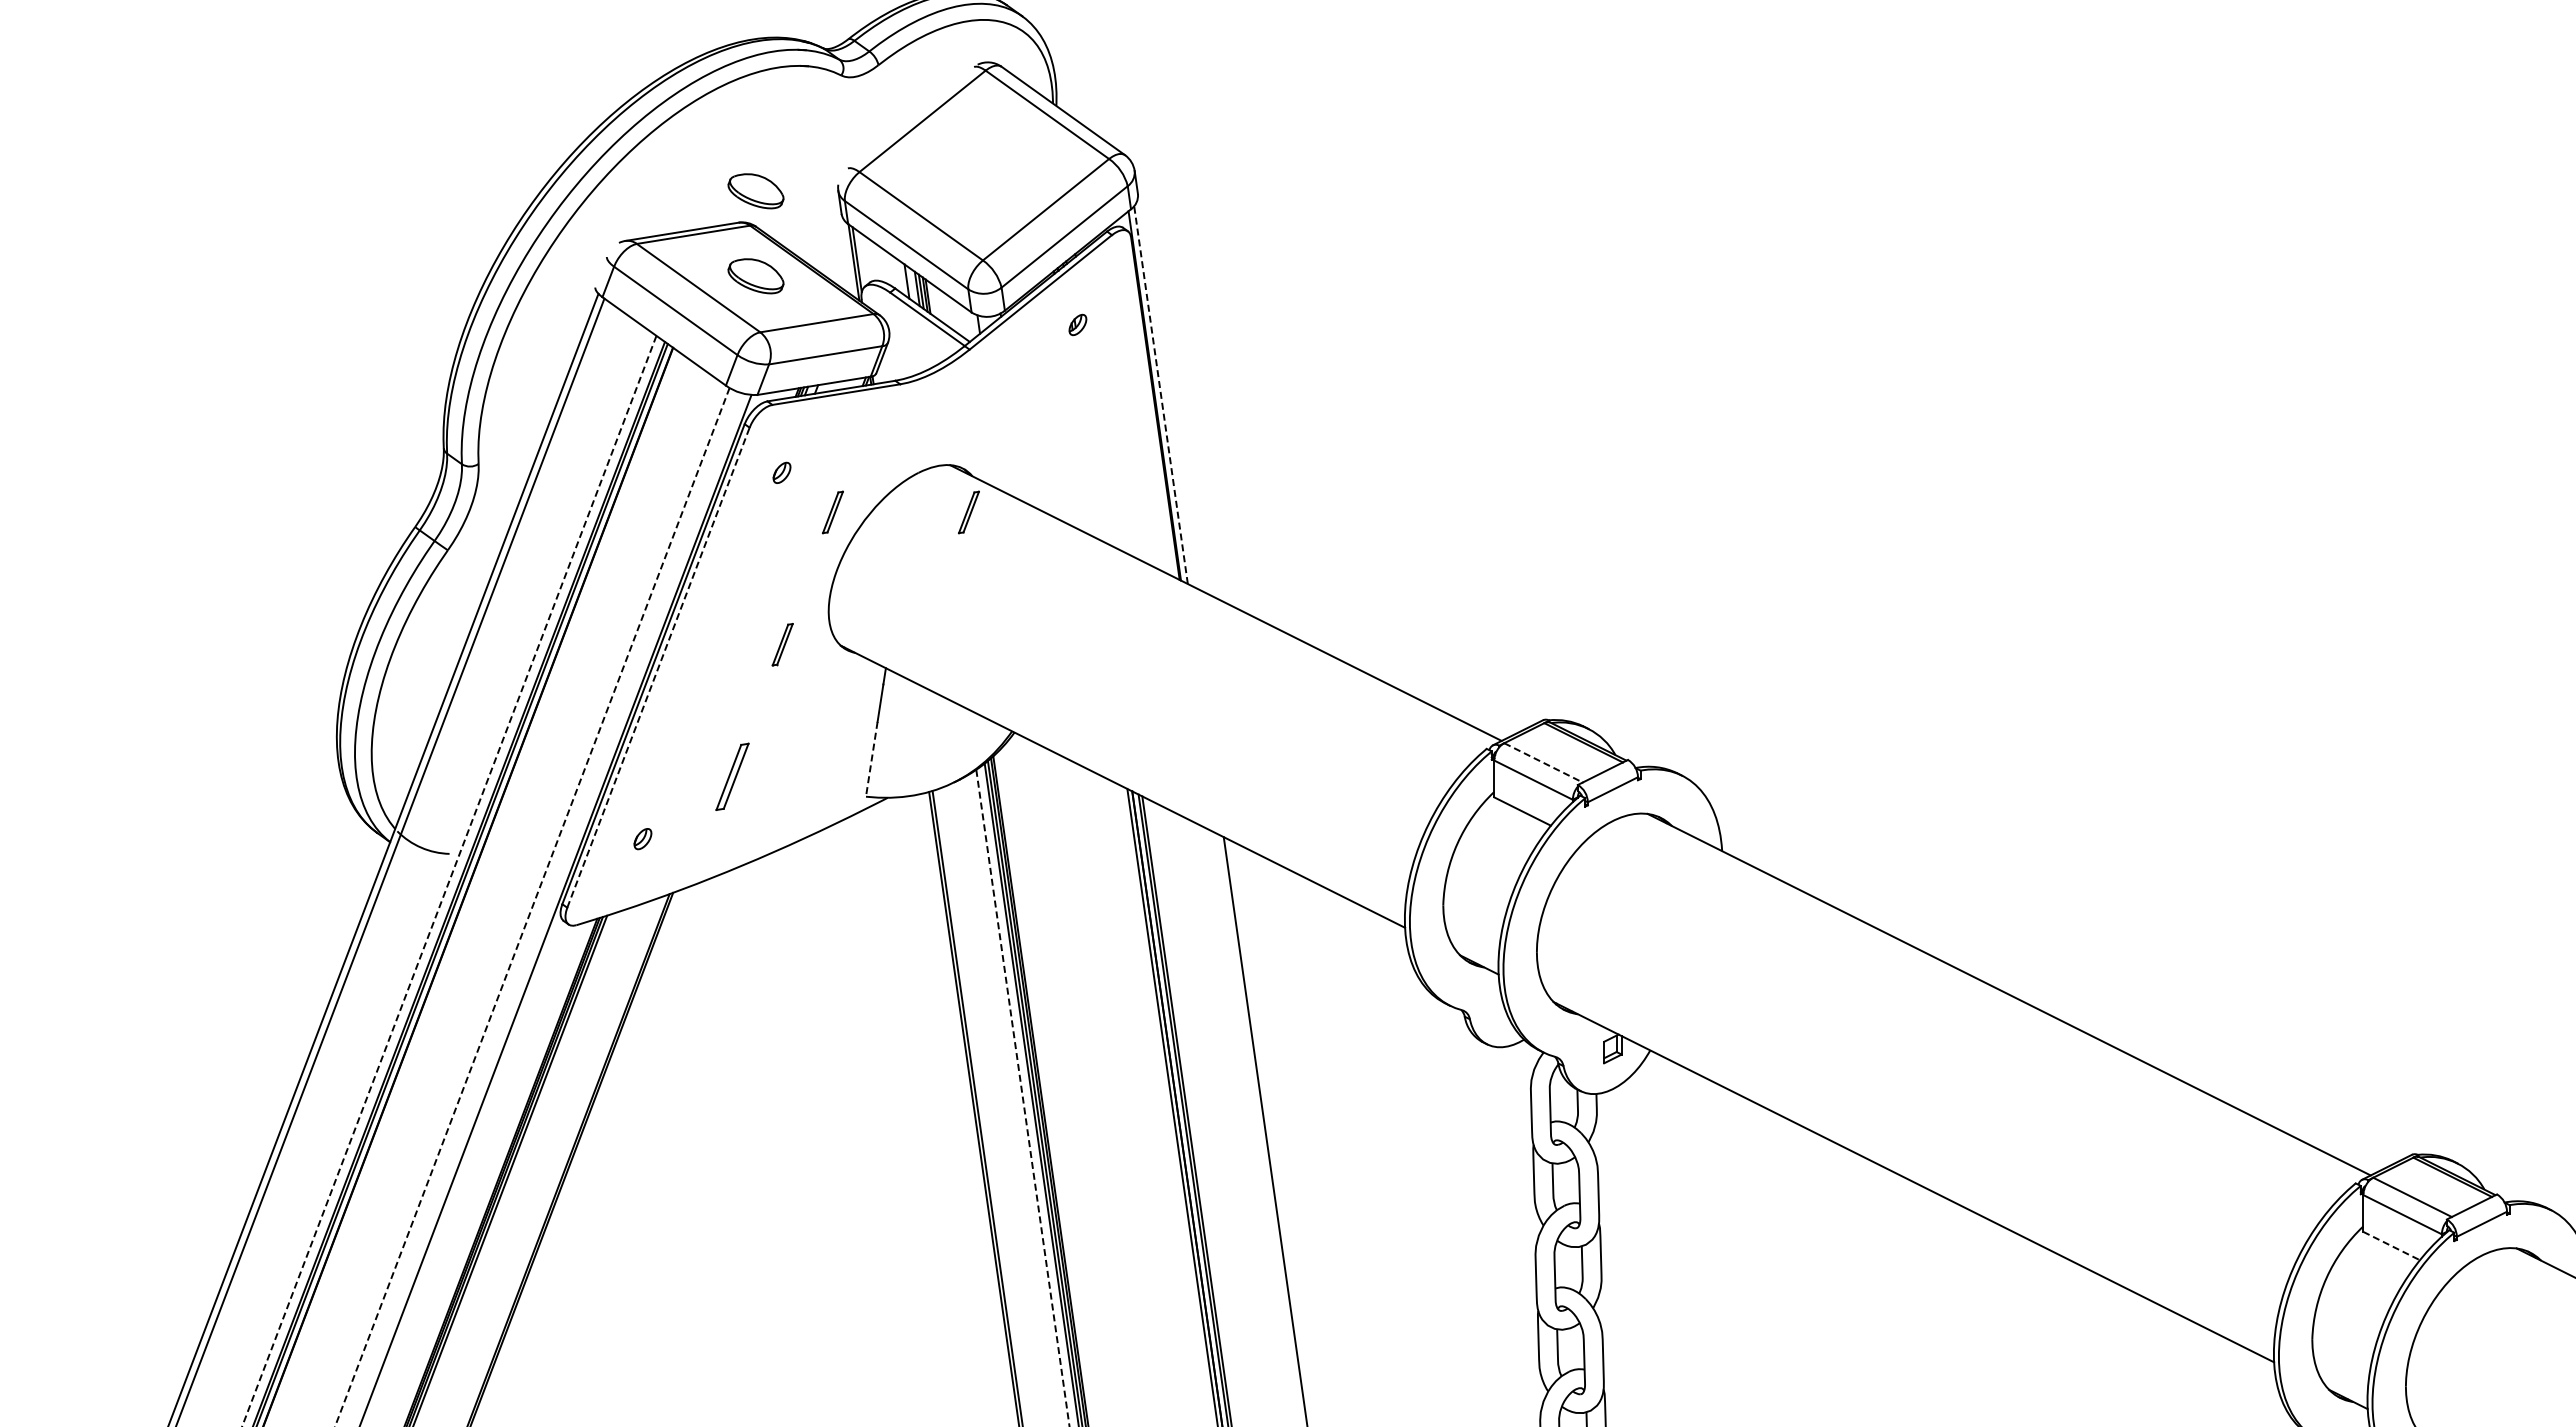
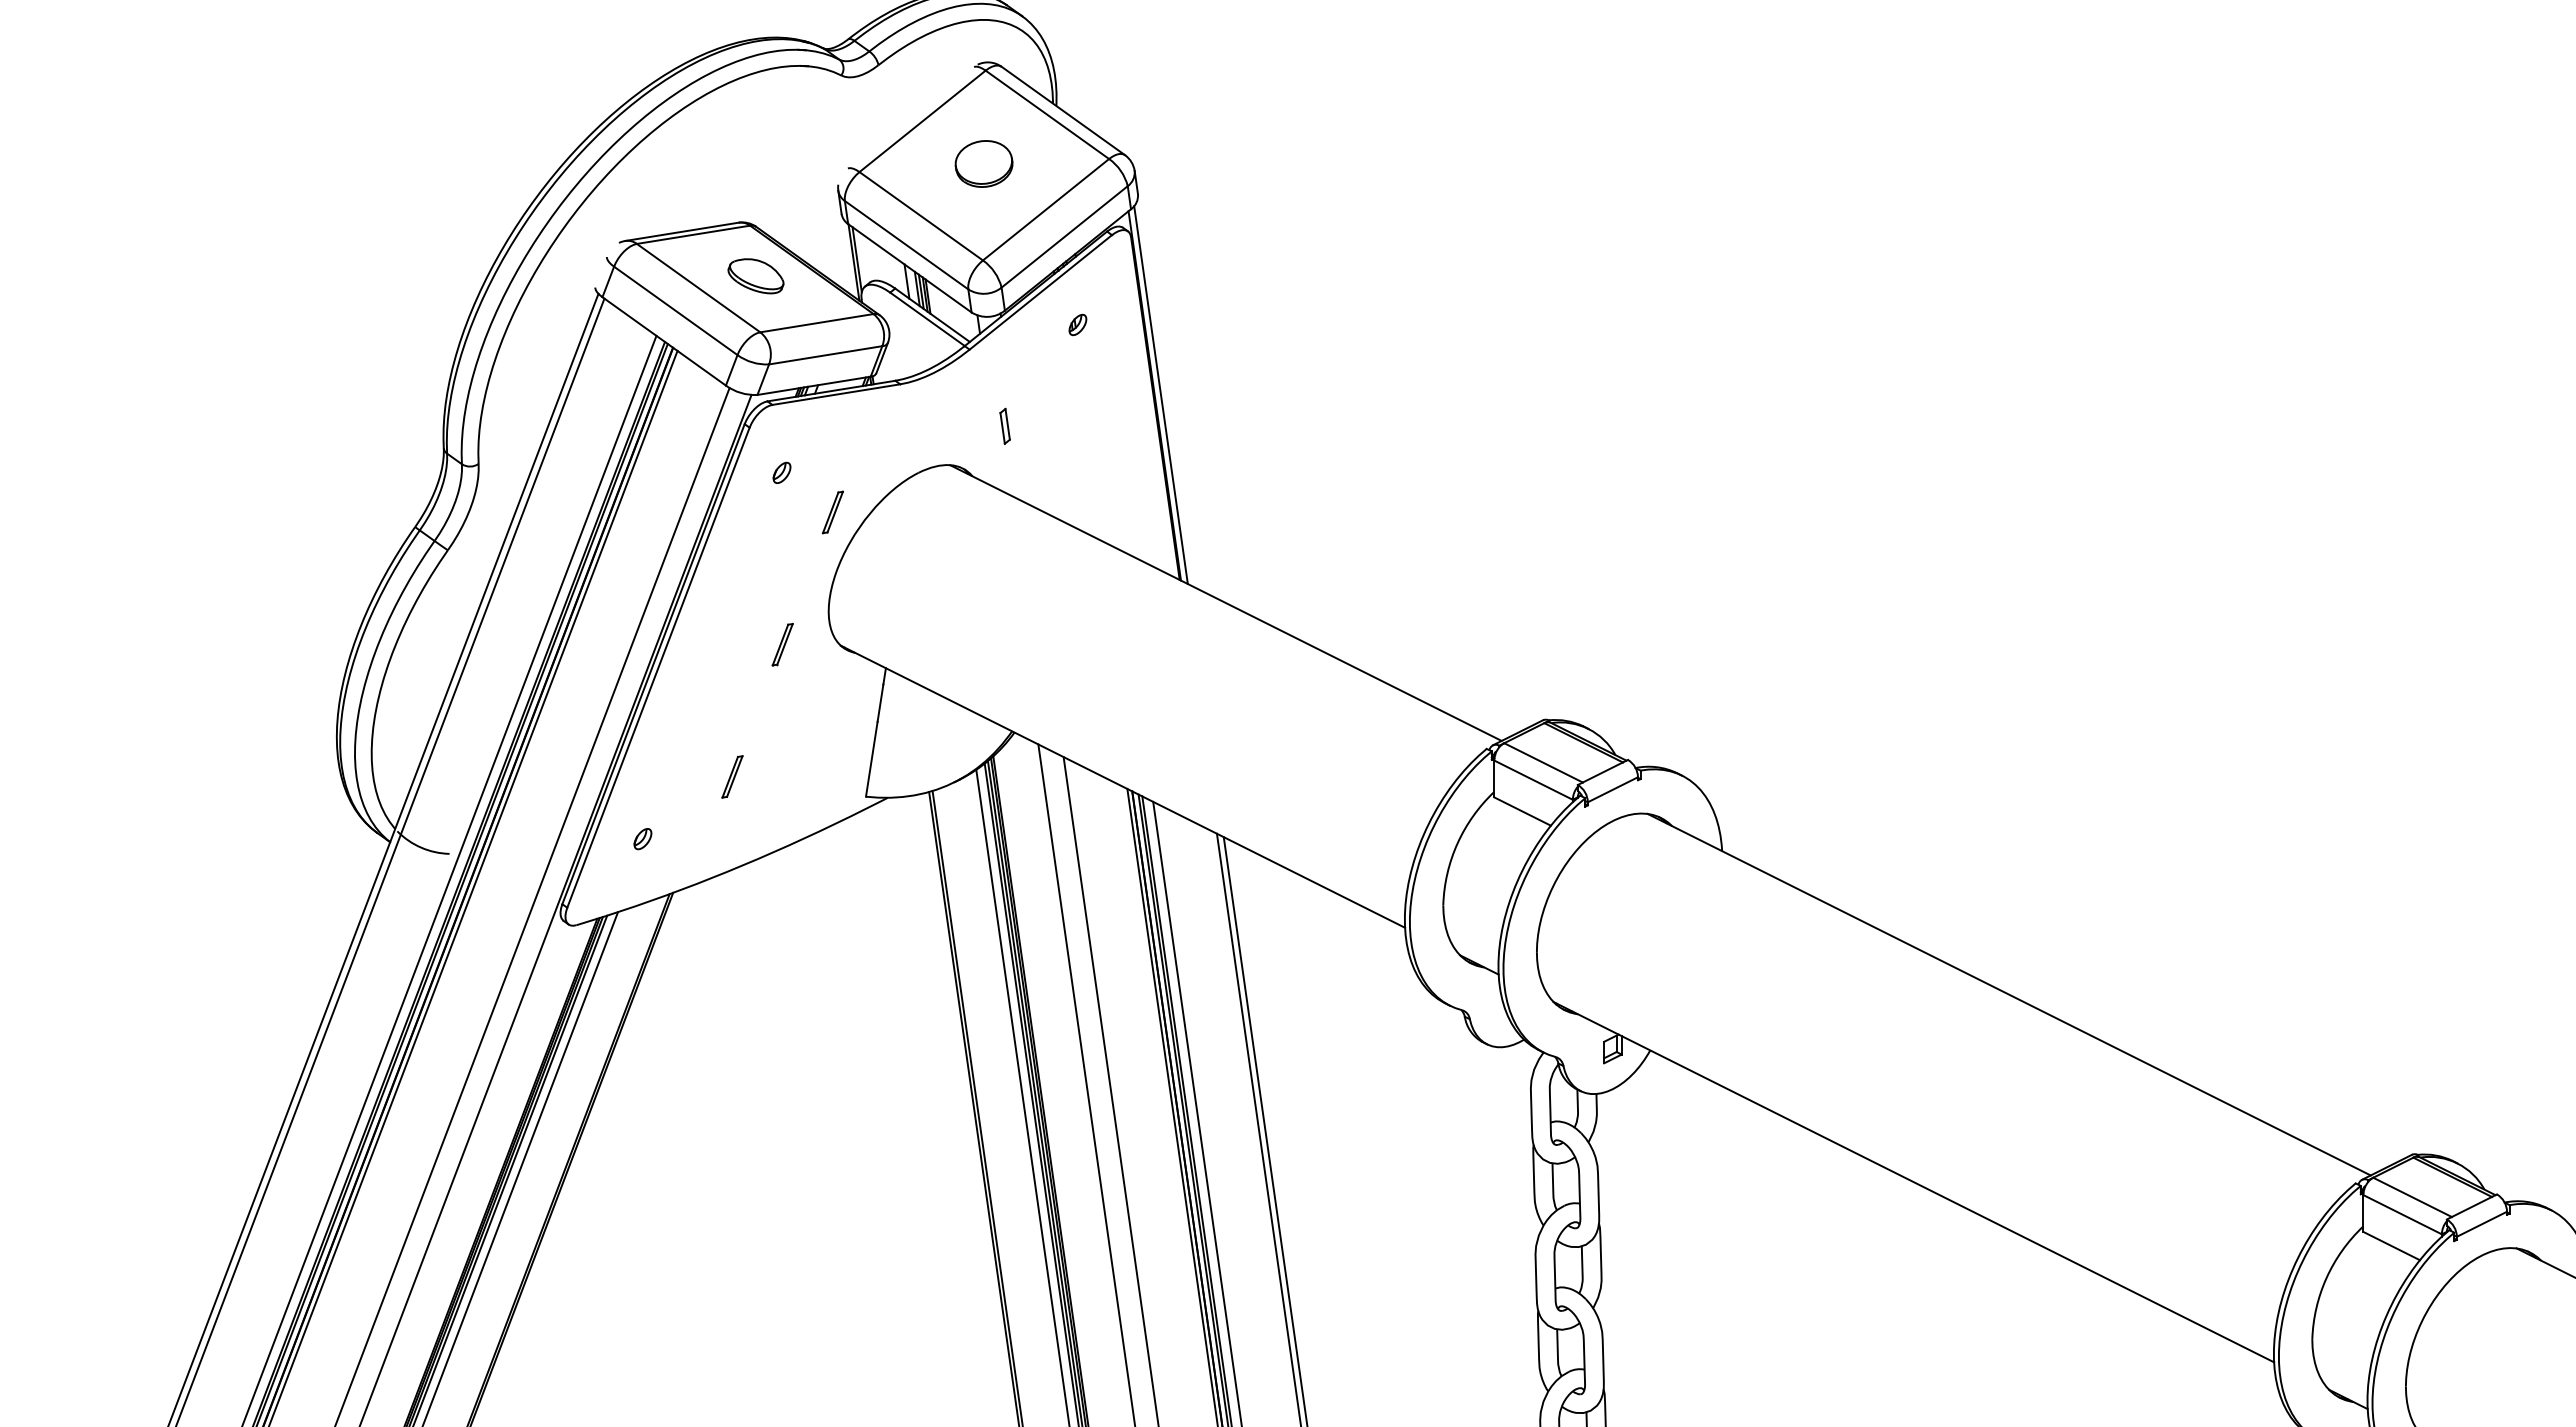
part at (983, 163): none -> present
part at (755, 191): present -> none
line at (1161, 395): dashed -> solid
part at (1004, 425): none -> present
part at (968, 512): present -> none
line at (658, 667): dashed -> solid
line at (871, 759): dashed -> solid
line at (1543, 762): dashed -> solid
part at (732, 776) size: 35x69 px -> 23x44 px
line at (449, 881): dashed -> solid
line at (473, 886): none -> present
line at (532, 907): dashed -> solid
line at (1086, 1083): none -> present
line at (1110, 1090): none -> present
line at (1022, 1098): dashed -> solid
line at (1197, 1112): none -> present
line at (1258, 1128): none -> present
line at (520, 1167): none -> present
line at (2391, 1246): dashed -> solid
